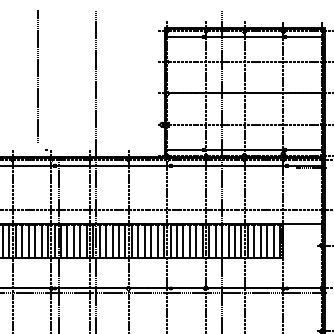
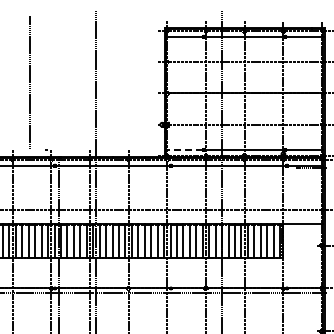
line at (37, 76) position: (37, 76) -> (29, 82)
line at (184, 149): solid -> dashed
